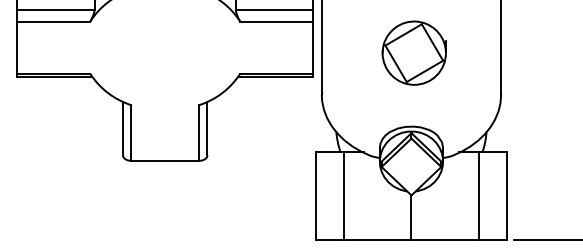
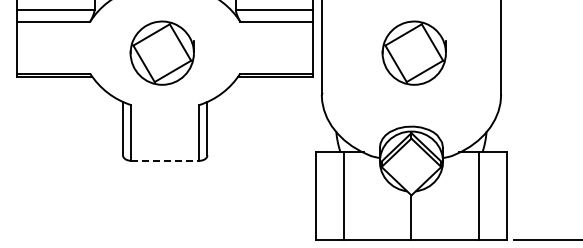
part at (161, 52): none -> present
line at (165, 160): solid -> dashed
